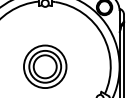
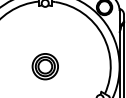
part at (45, 66) size: 45x45 px -> 28x28 px
